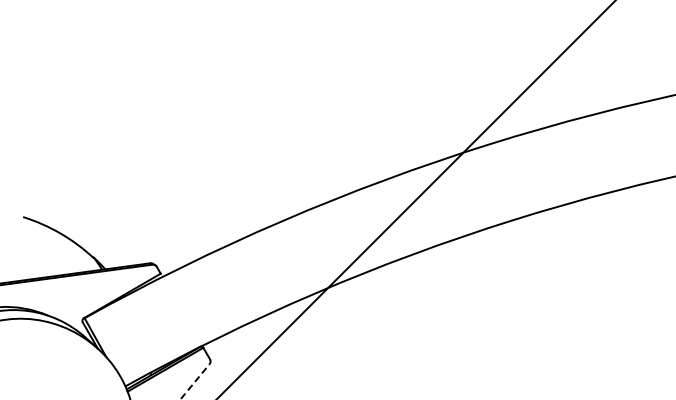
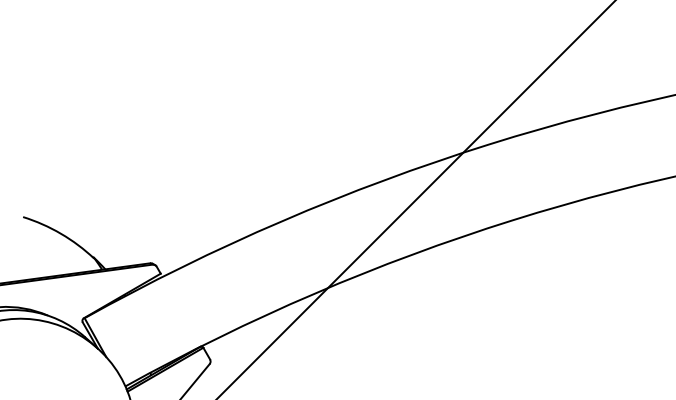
line at (195, 381): dashed -> solid
